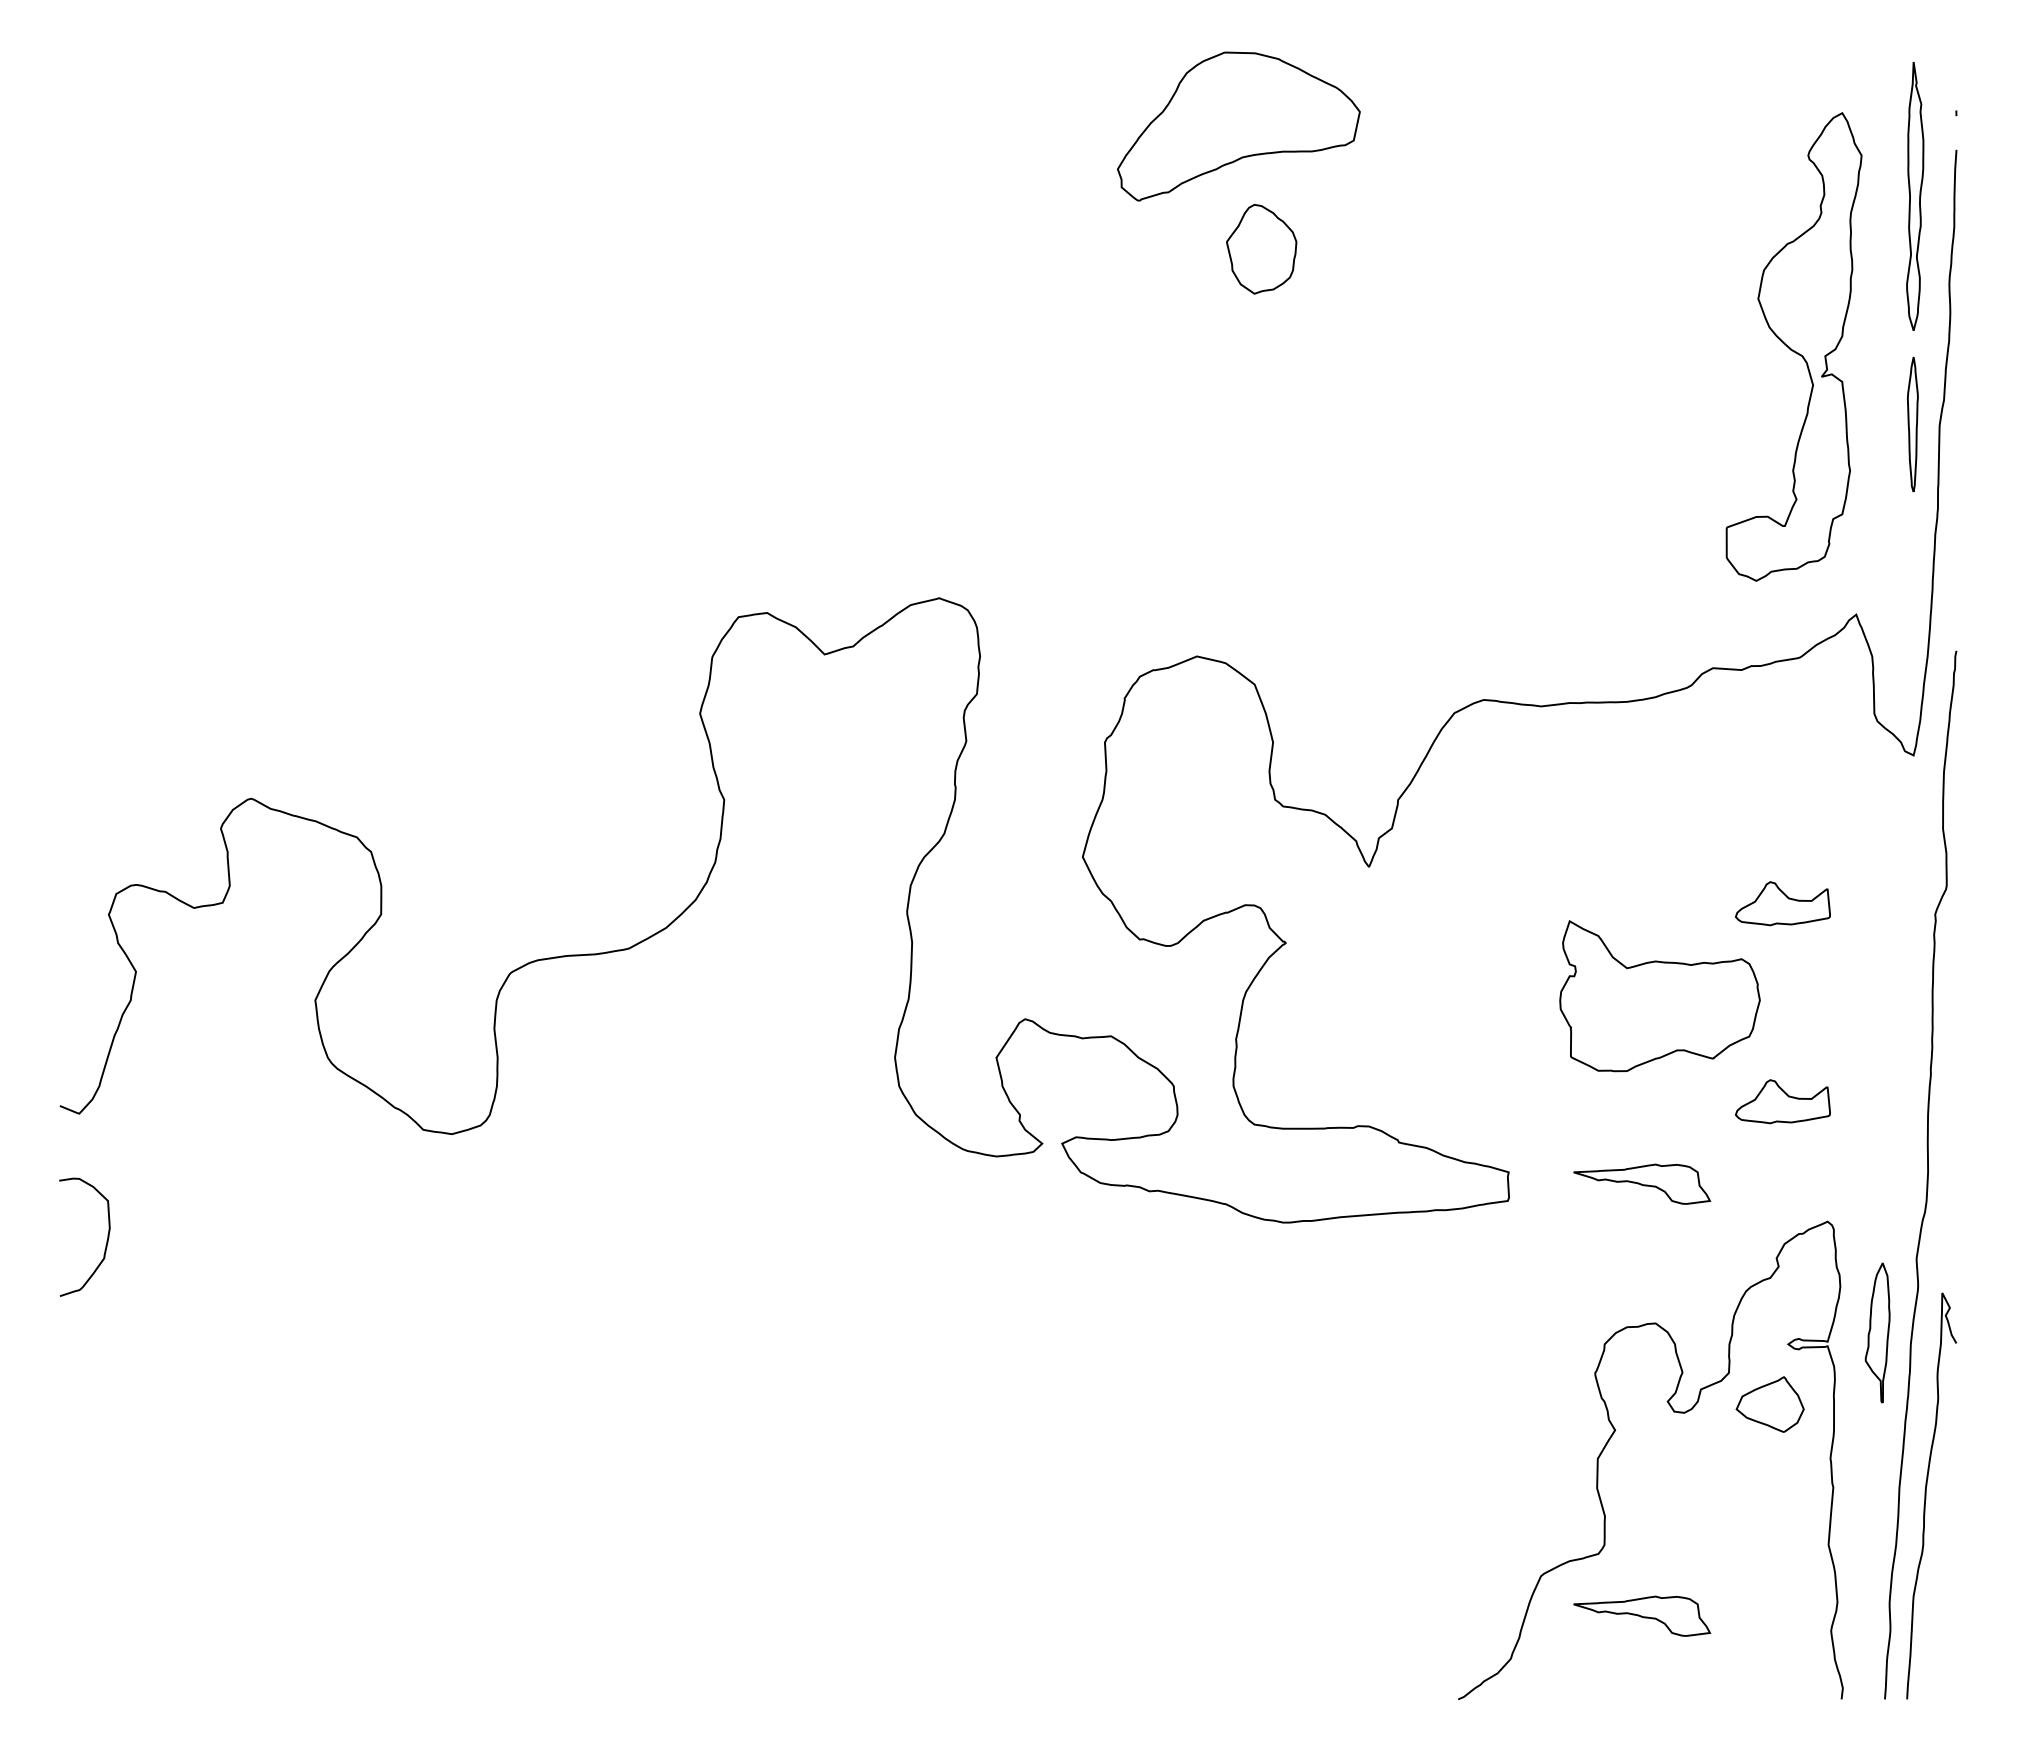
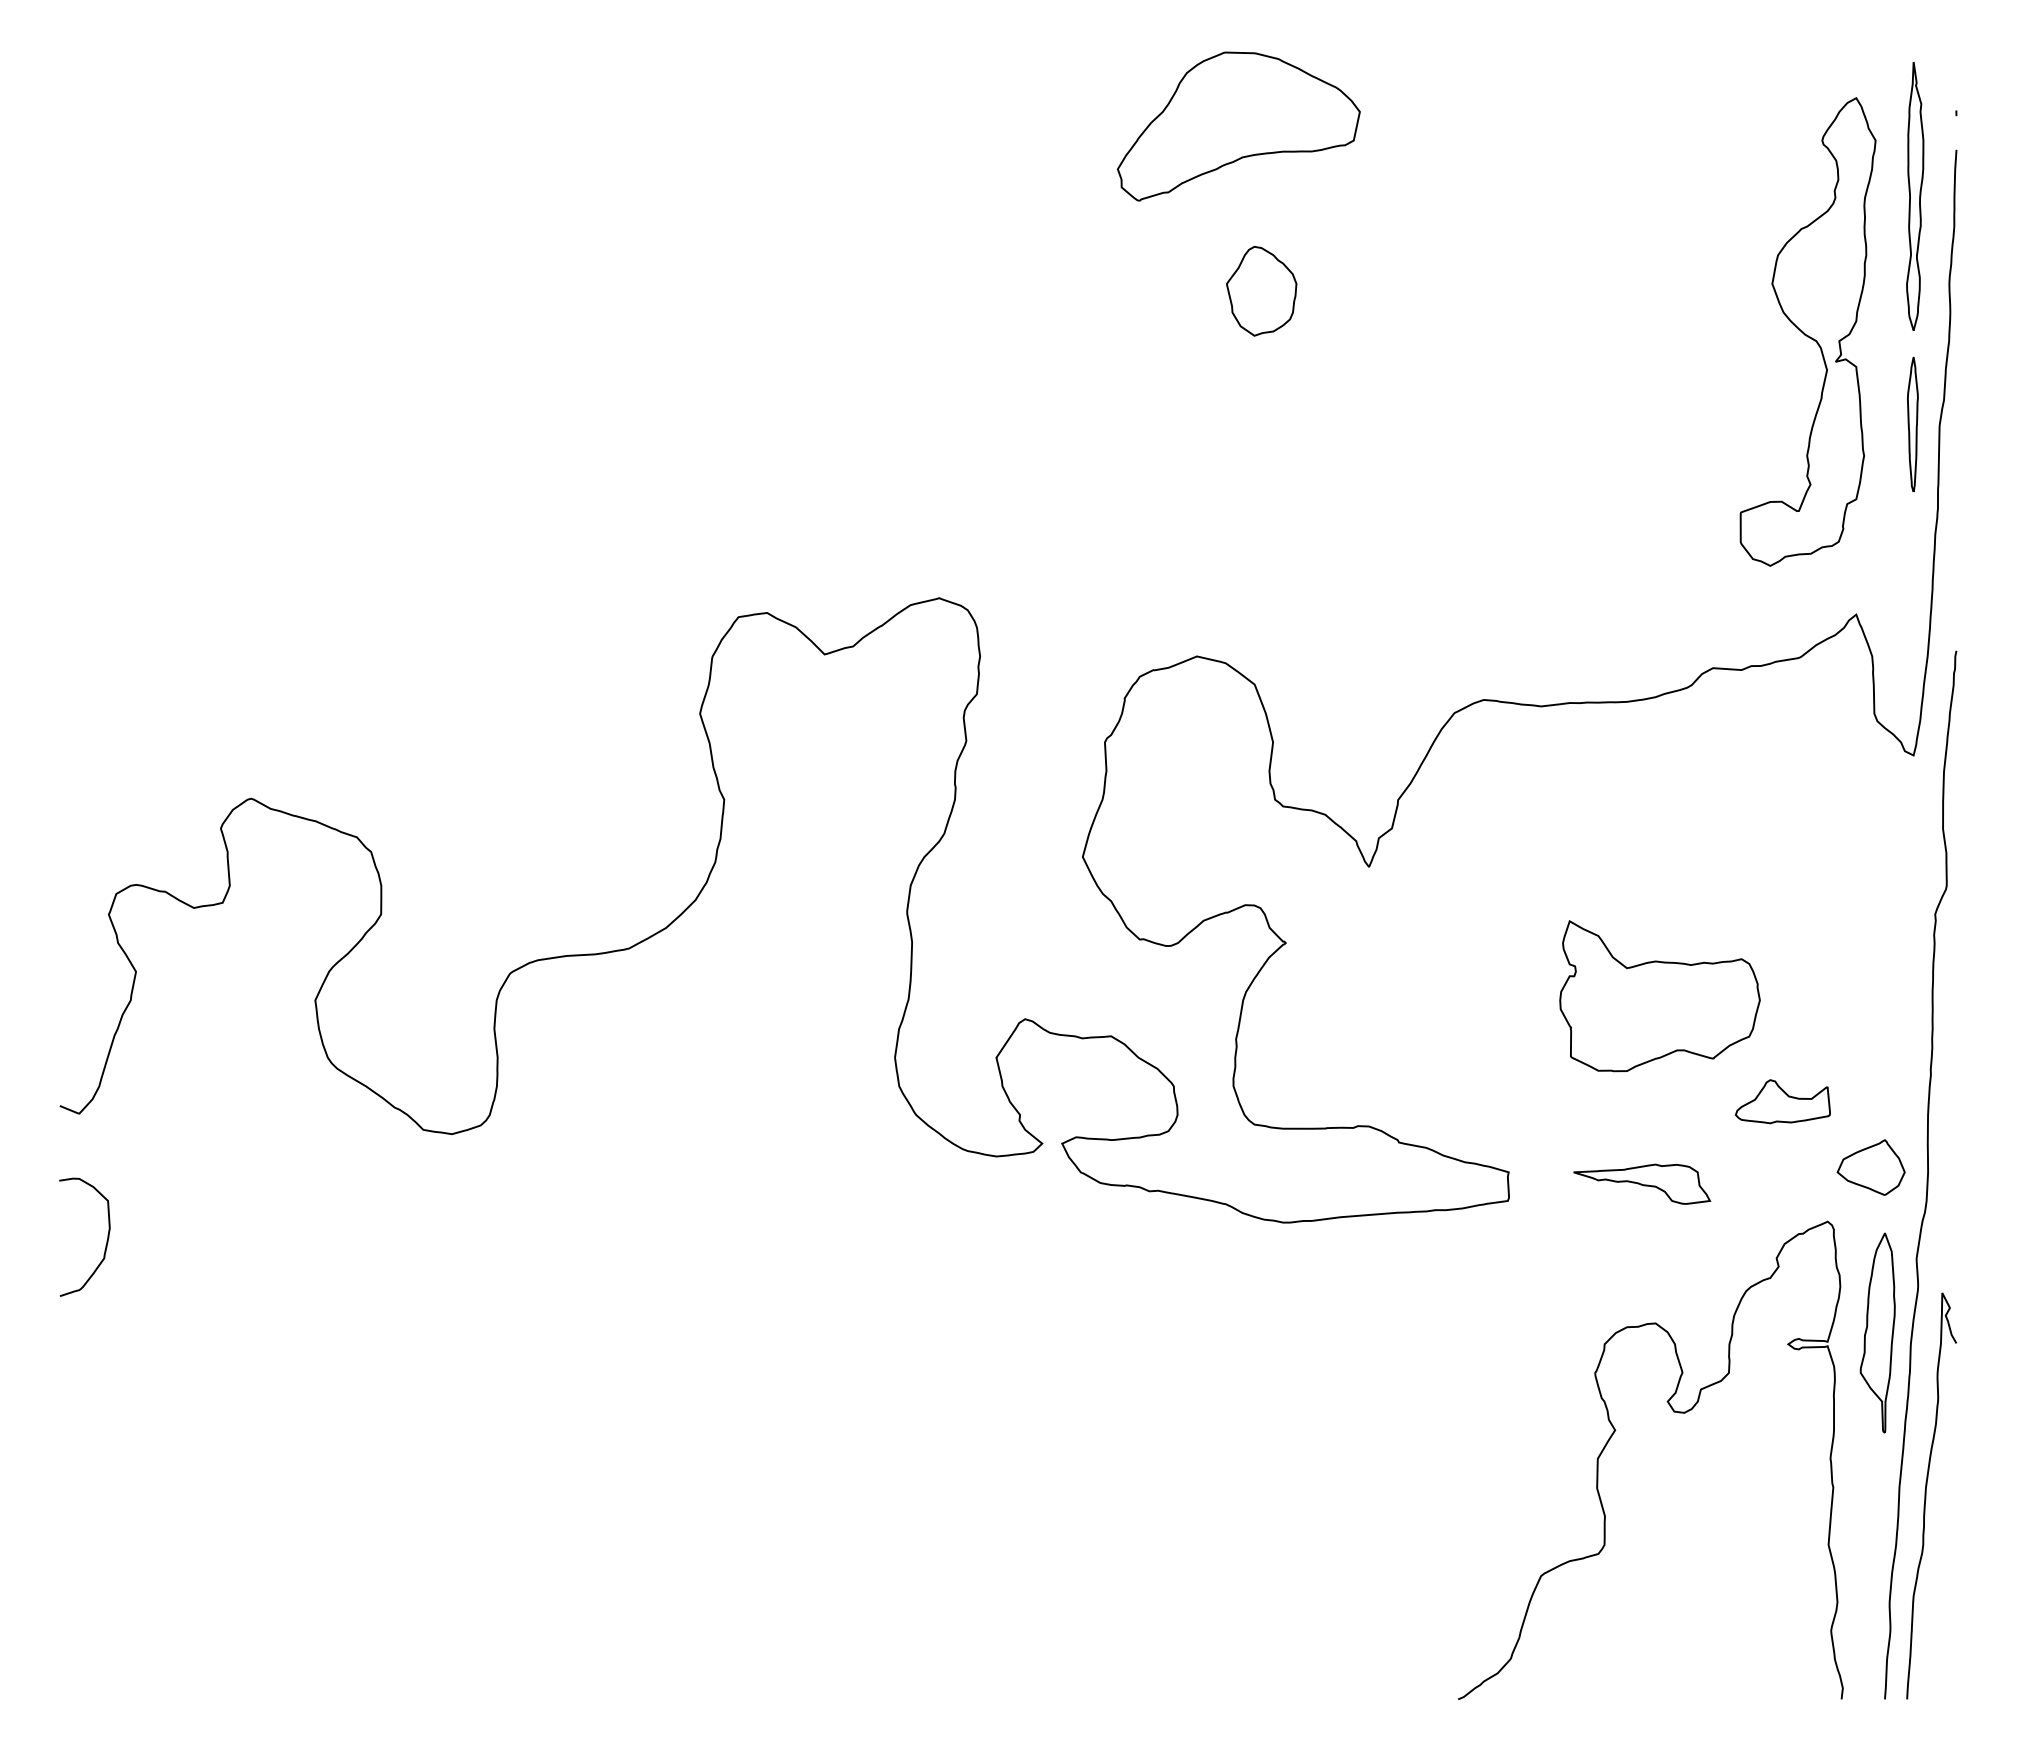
part at (1261, 248) position: (1261, 248) -> (1261, 290)
part at (1793, 346) position: (1793, 346) -> (1807, 331)
part at (1782, 903): present -> none
part at (1877, 1332) size: 27x142 px -> 37x202 px
part at (1769, 1404) position: (1769, 1404) -> (1870, 1167)
part at (1642, 1615): present -> none
